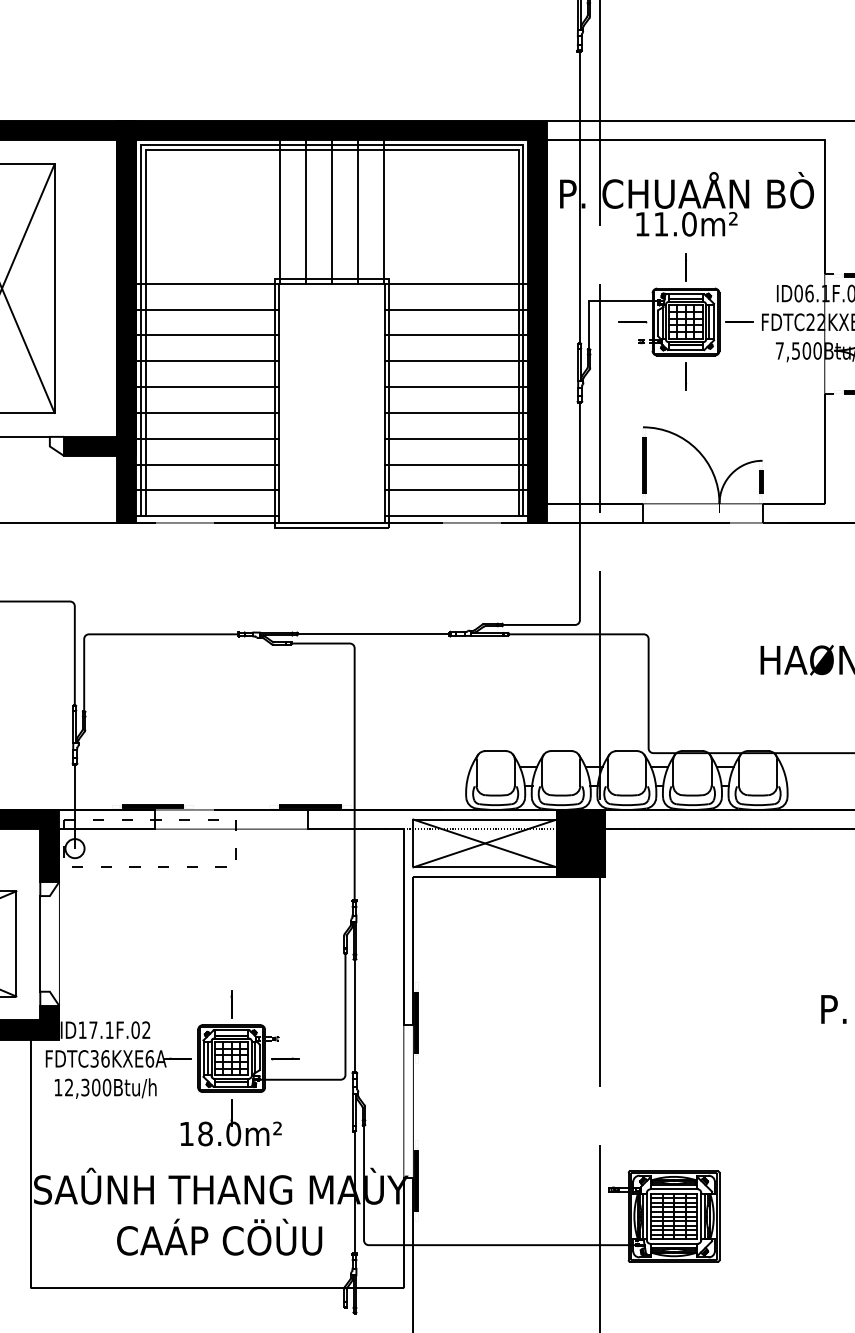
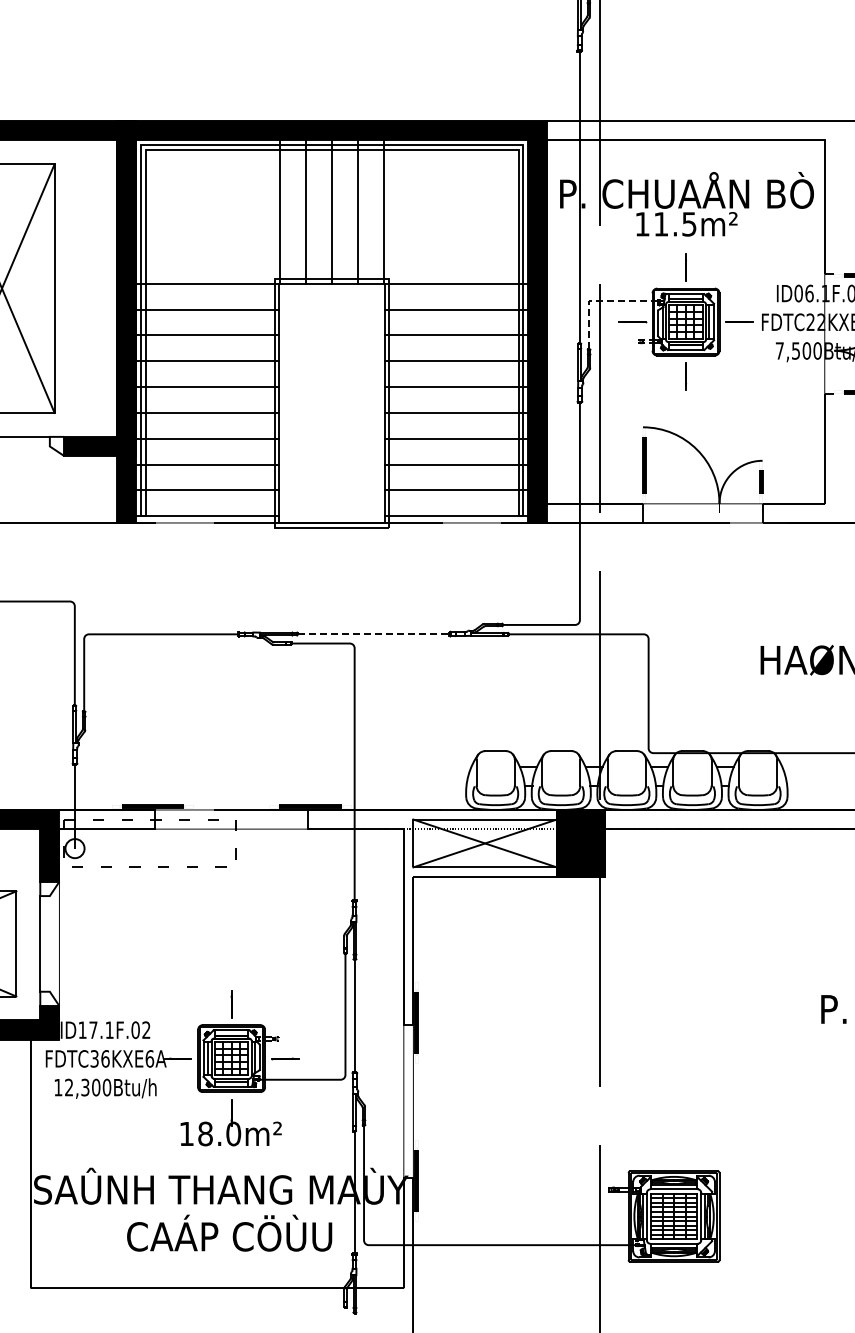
text at (689, 224): 11.0m² -> 11.5m²
line at (598, 300): solid -> dashed
line at (374, 634): solid -> dashed
text at (219, 1236) position: (219, 1236) -> (229, 1232)
